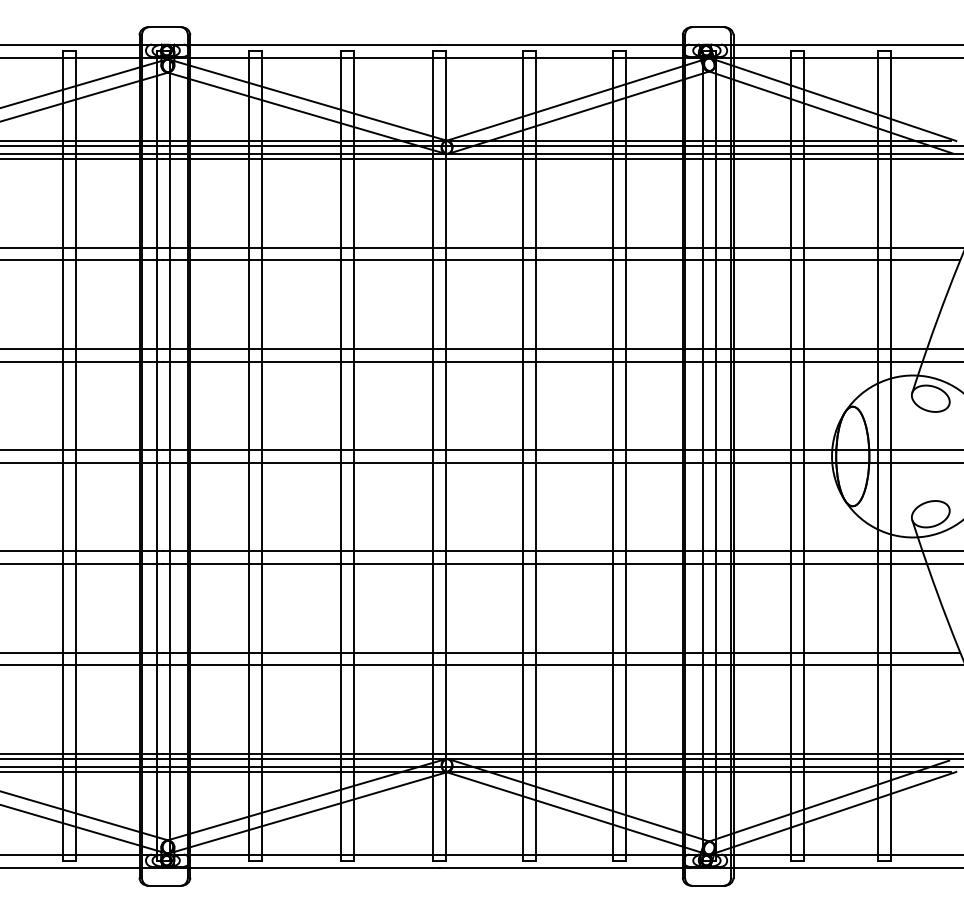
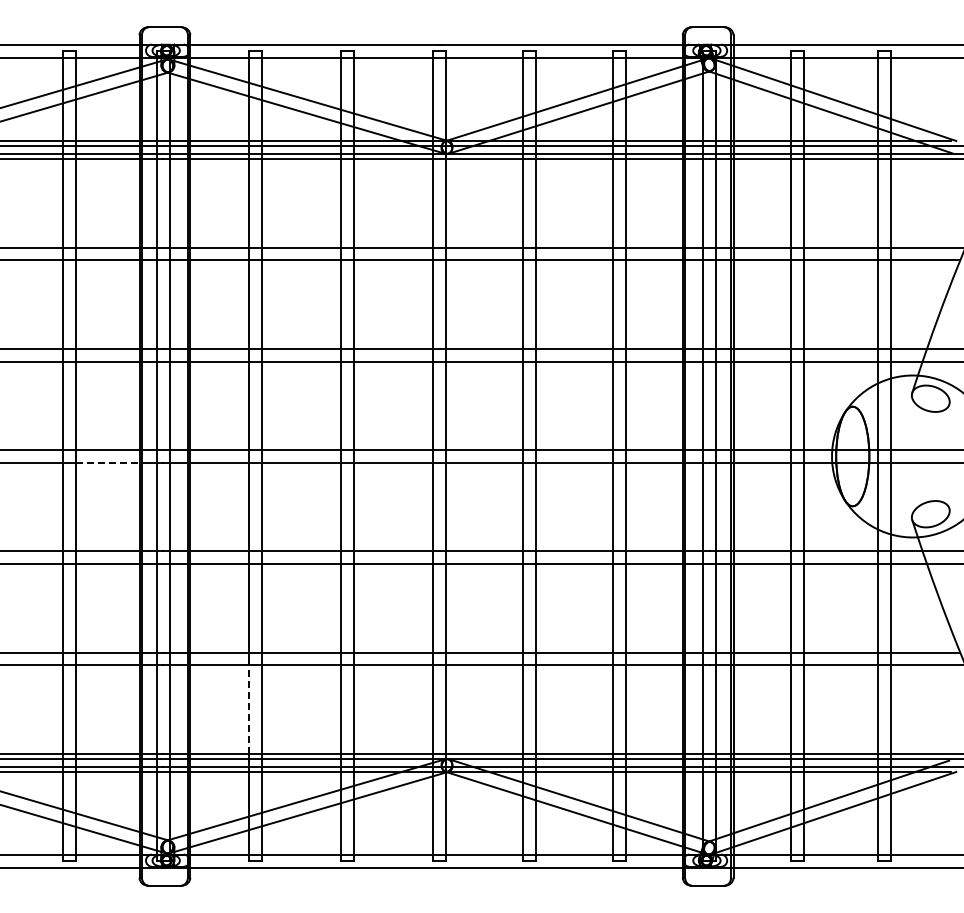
line at (107, 462): solid -> dashed
line at (248, 709): solid -> dashed
